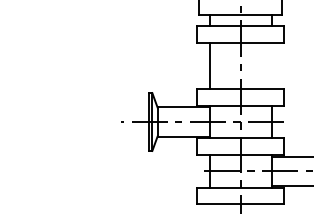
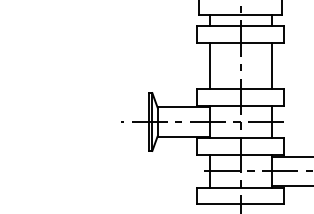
line at (271, 65): none -> present
